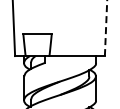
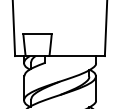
line at (106, 28): dashed -> solid
